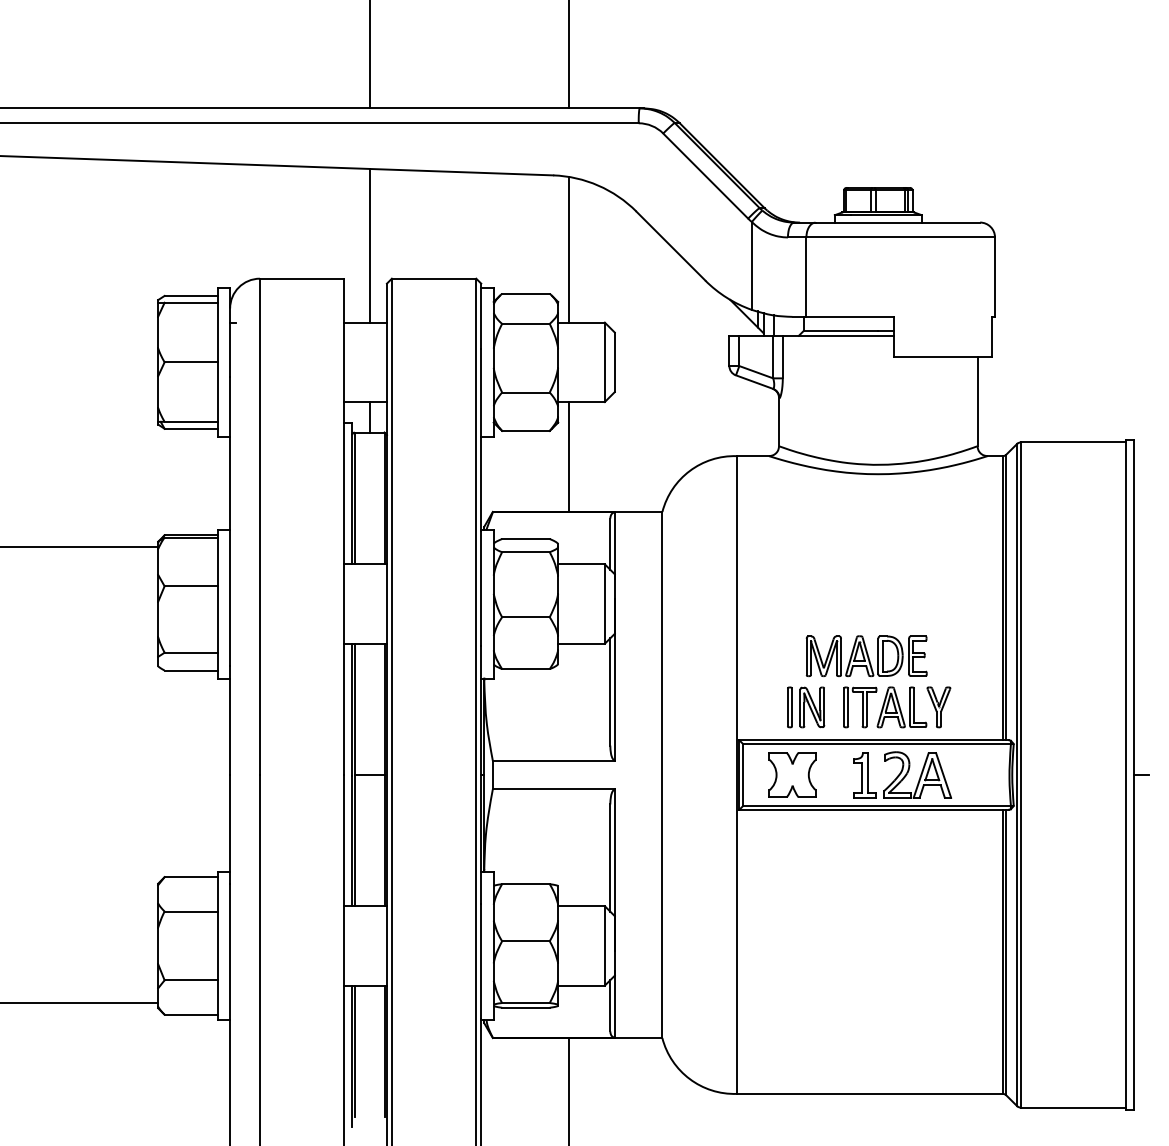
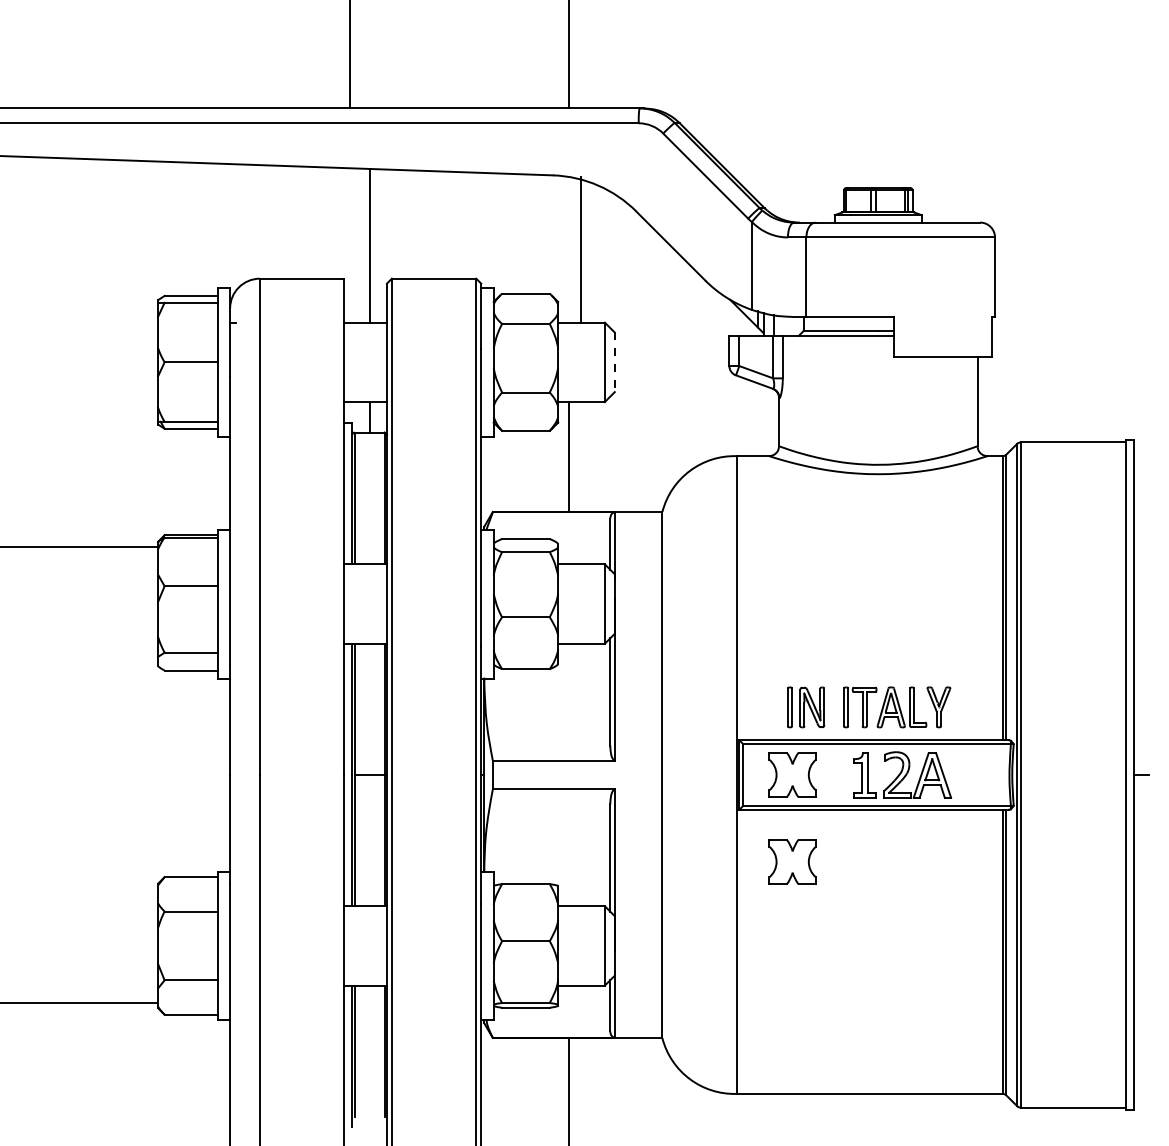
line at (370, 55) position: (370, 55) -> (350, 55)
line at (568, 249) position: (568, 249) -> (580, 249)
line at (614, 362): solid -> dashed
part at (866, 656): present -> none
part at (792, 861): none -> present
